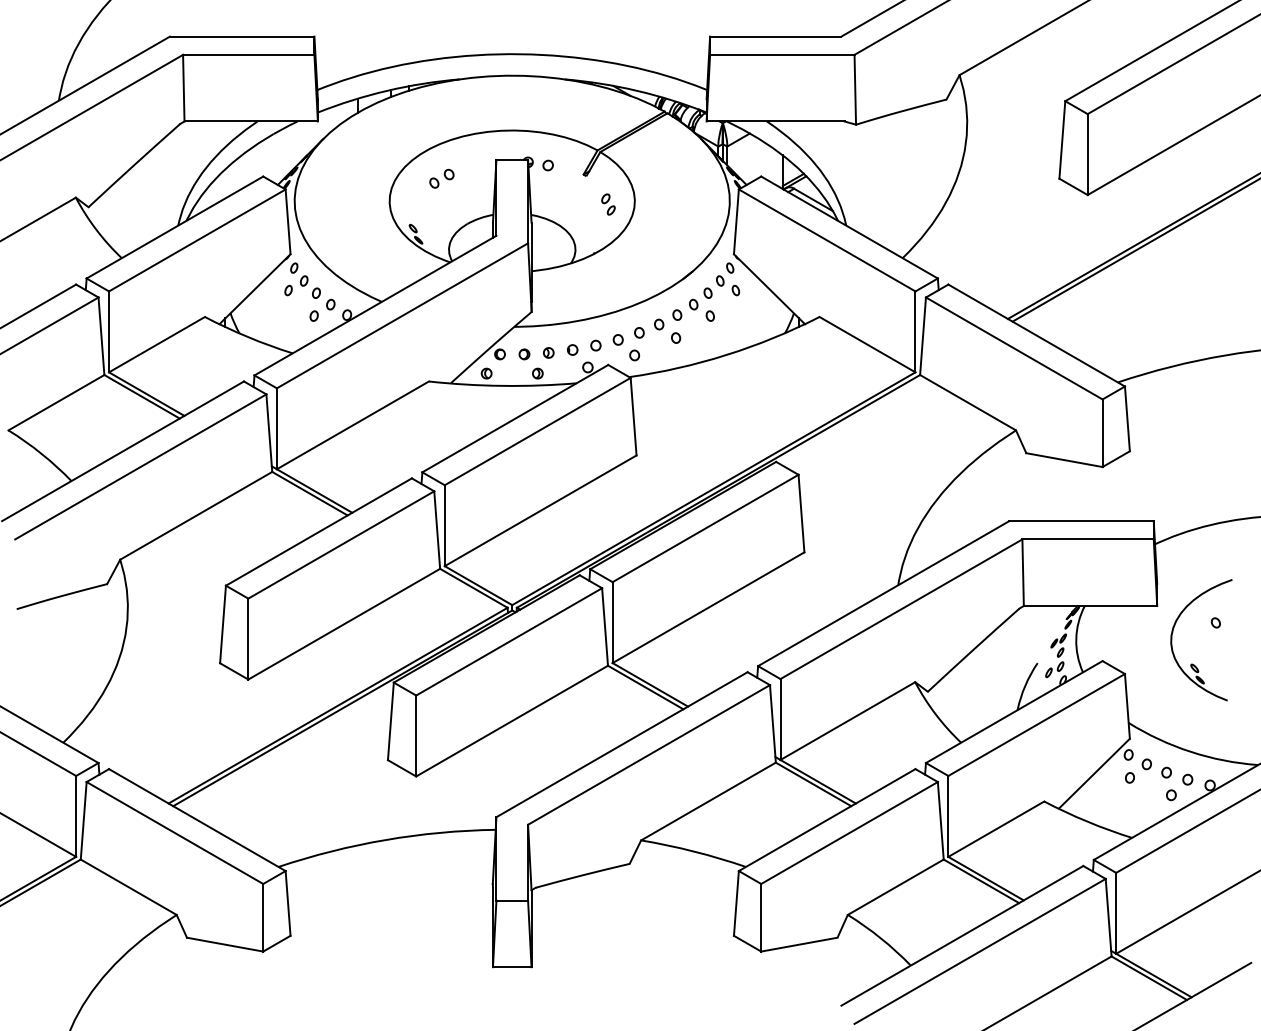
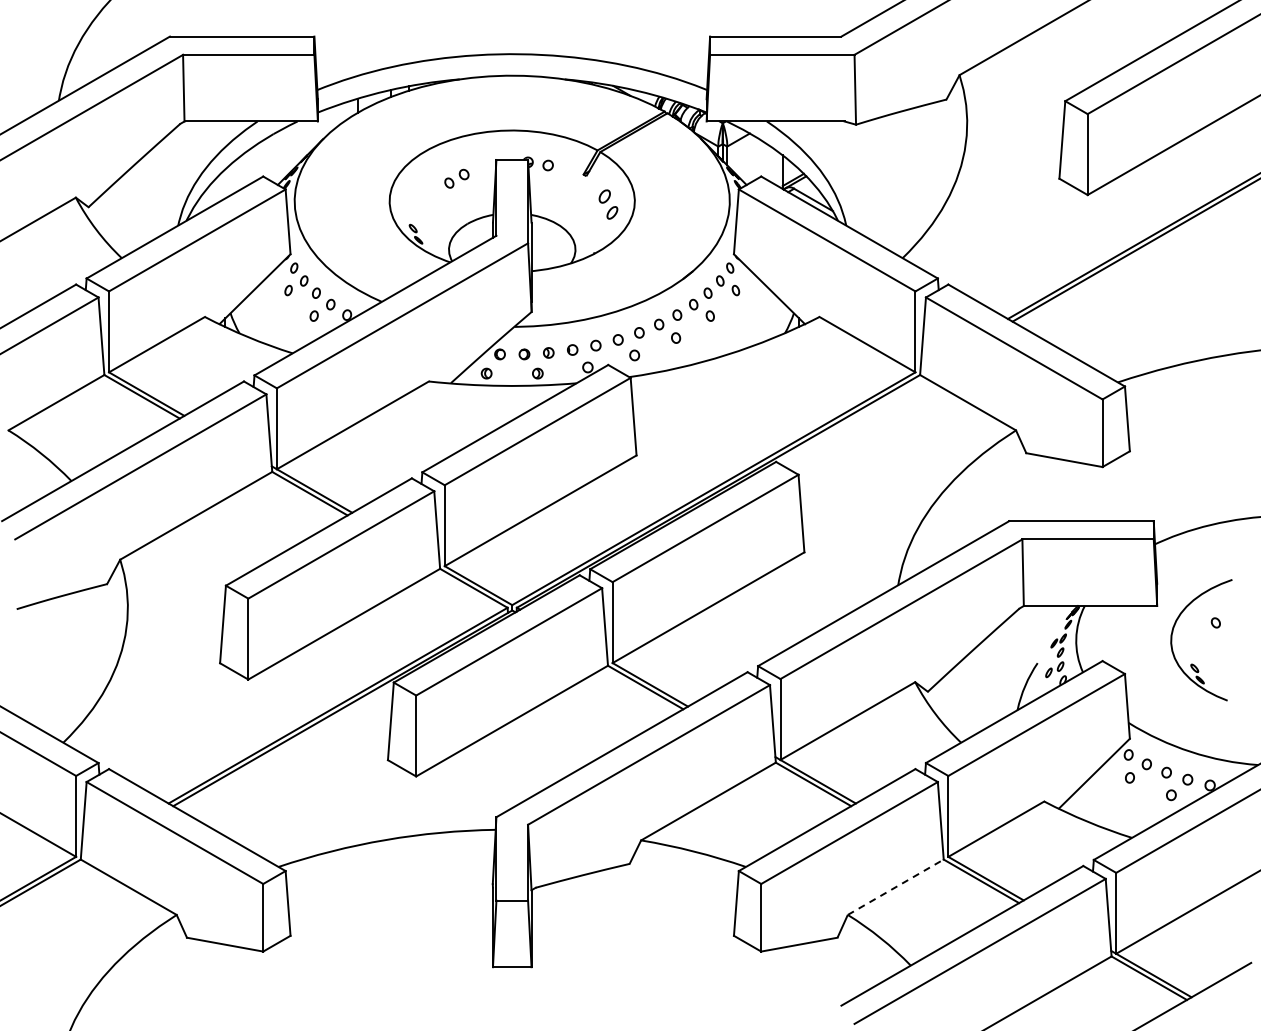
part at (441, 178) position: (441, 178) -> (456, 178)
part at (608, 204) size: 15x23 px -> 21x31 px
line at (896, 887): solid -> dashed
